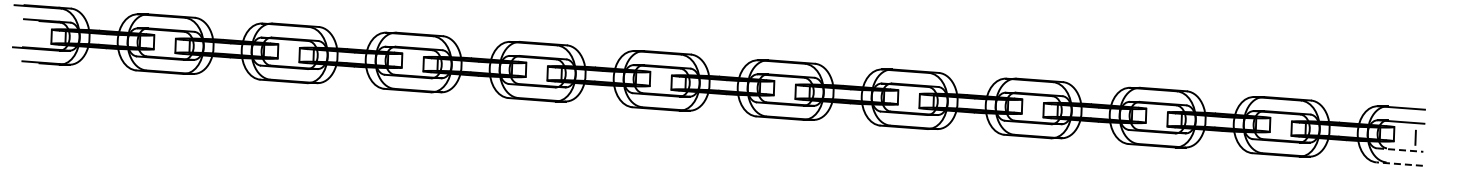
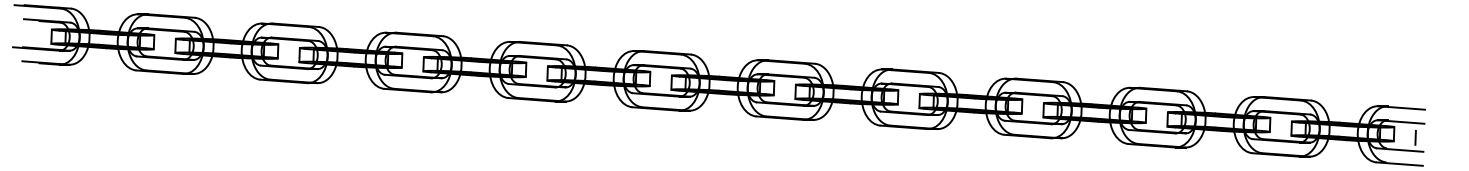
line at (1400, 150): dashed -> solid
line at (1399, 164): dashed -> solid
